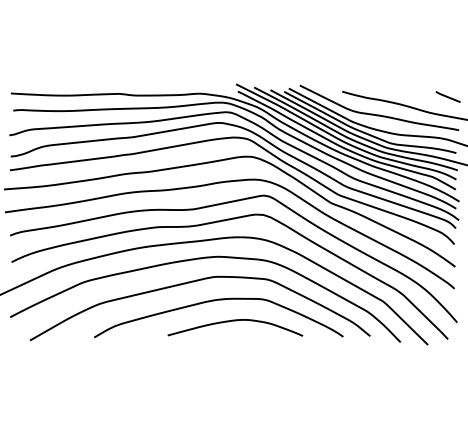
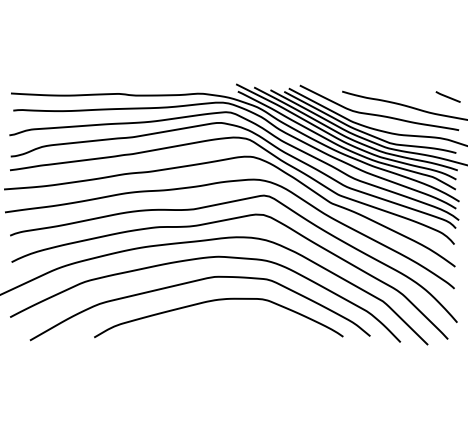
curve at (235, 321): present -> none
